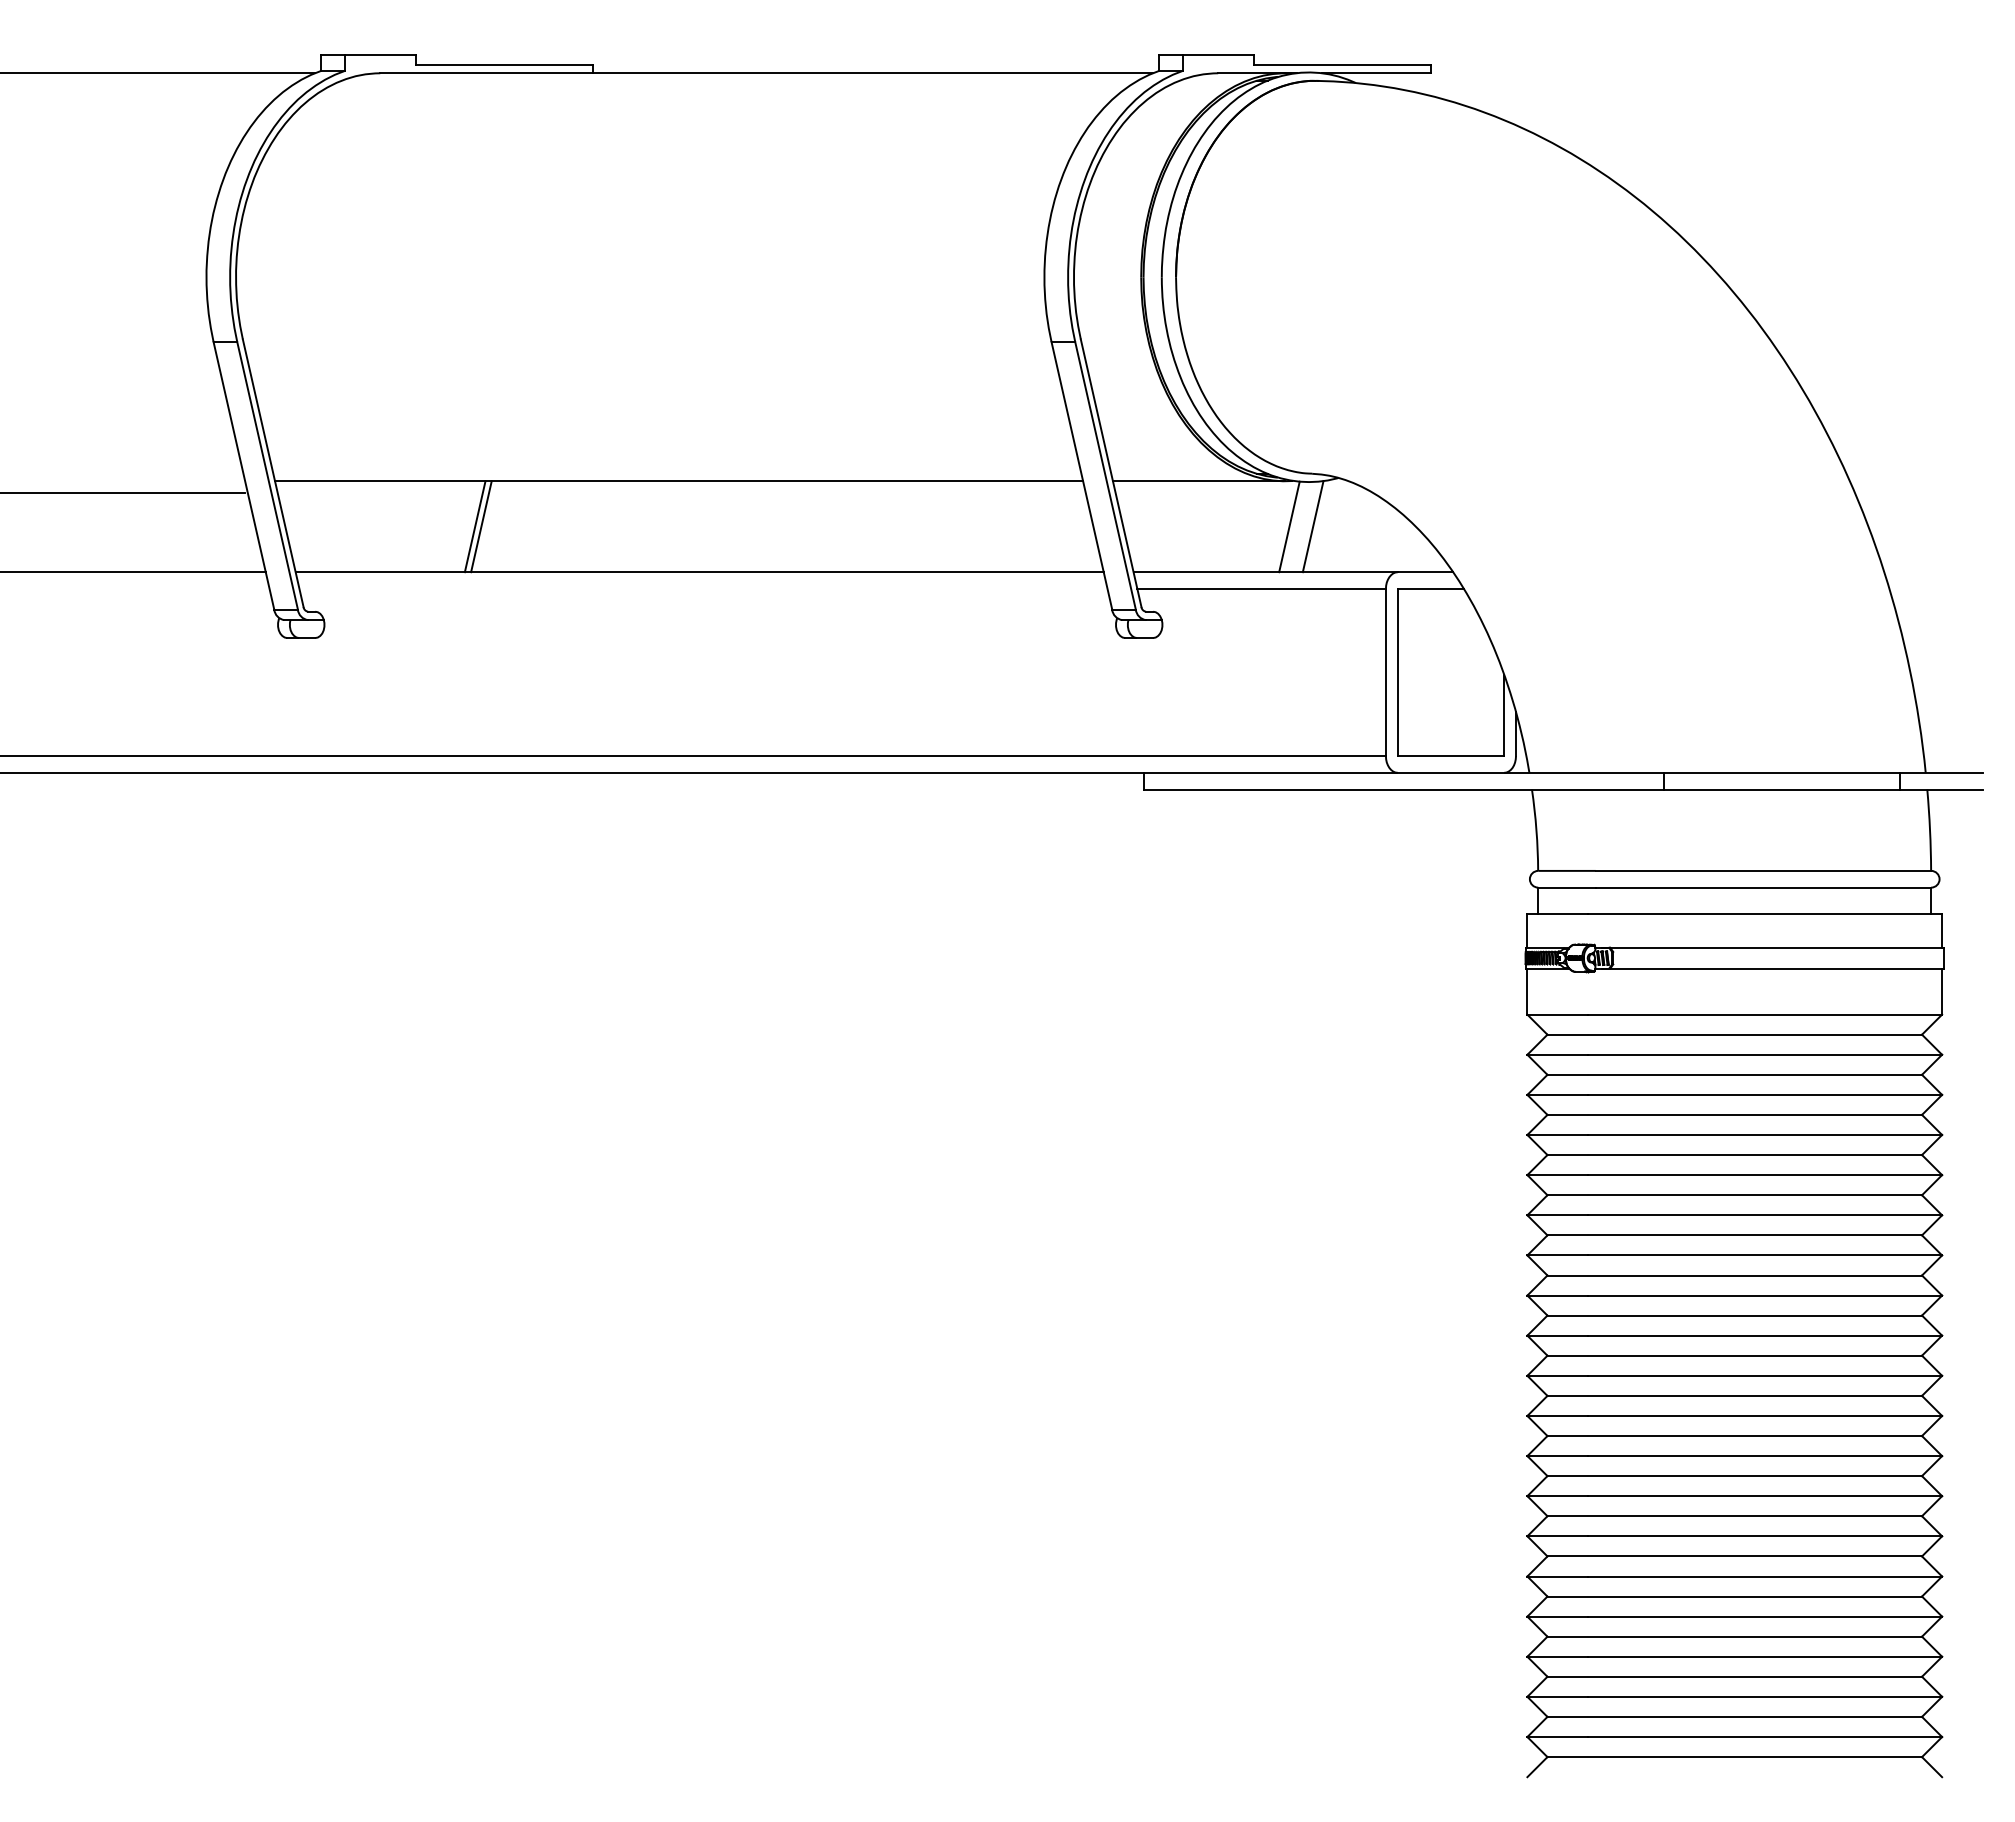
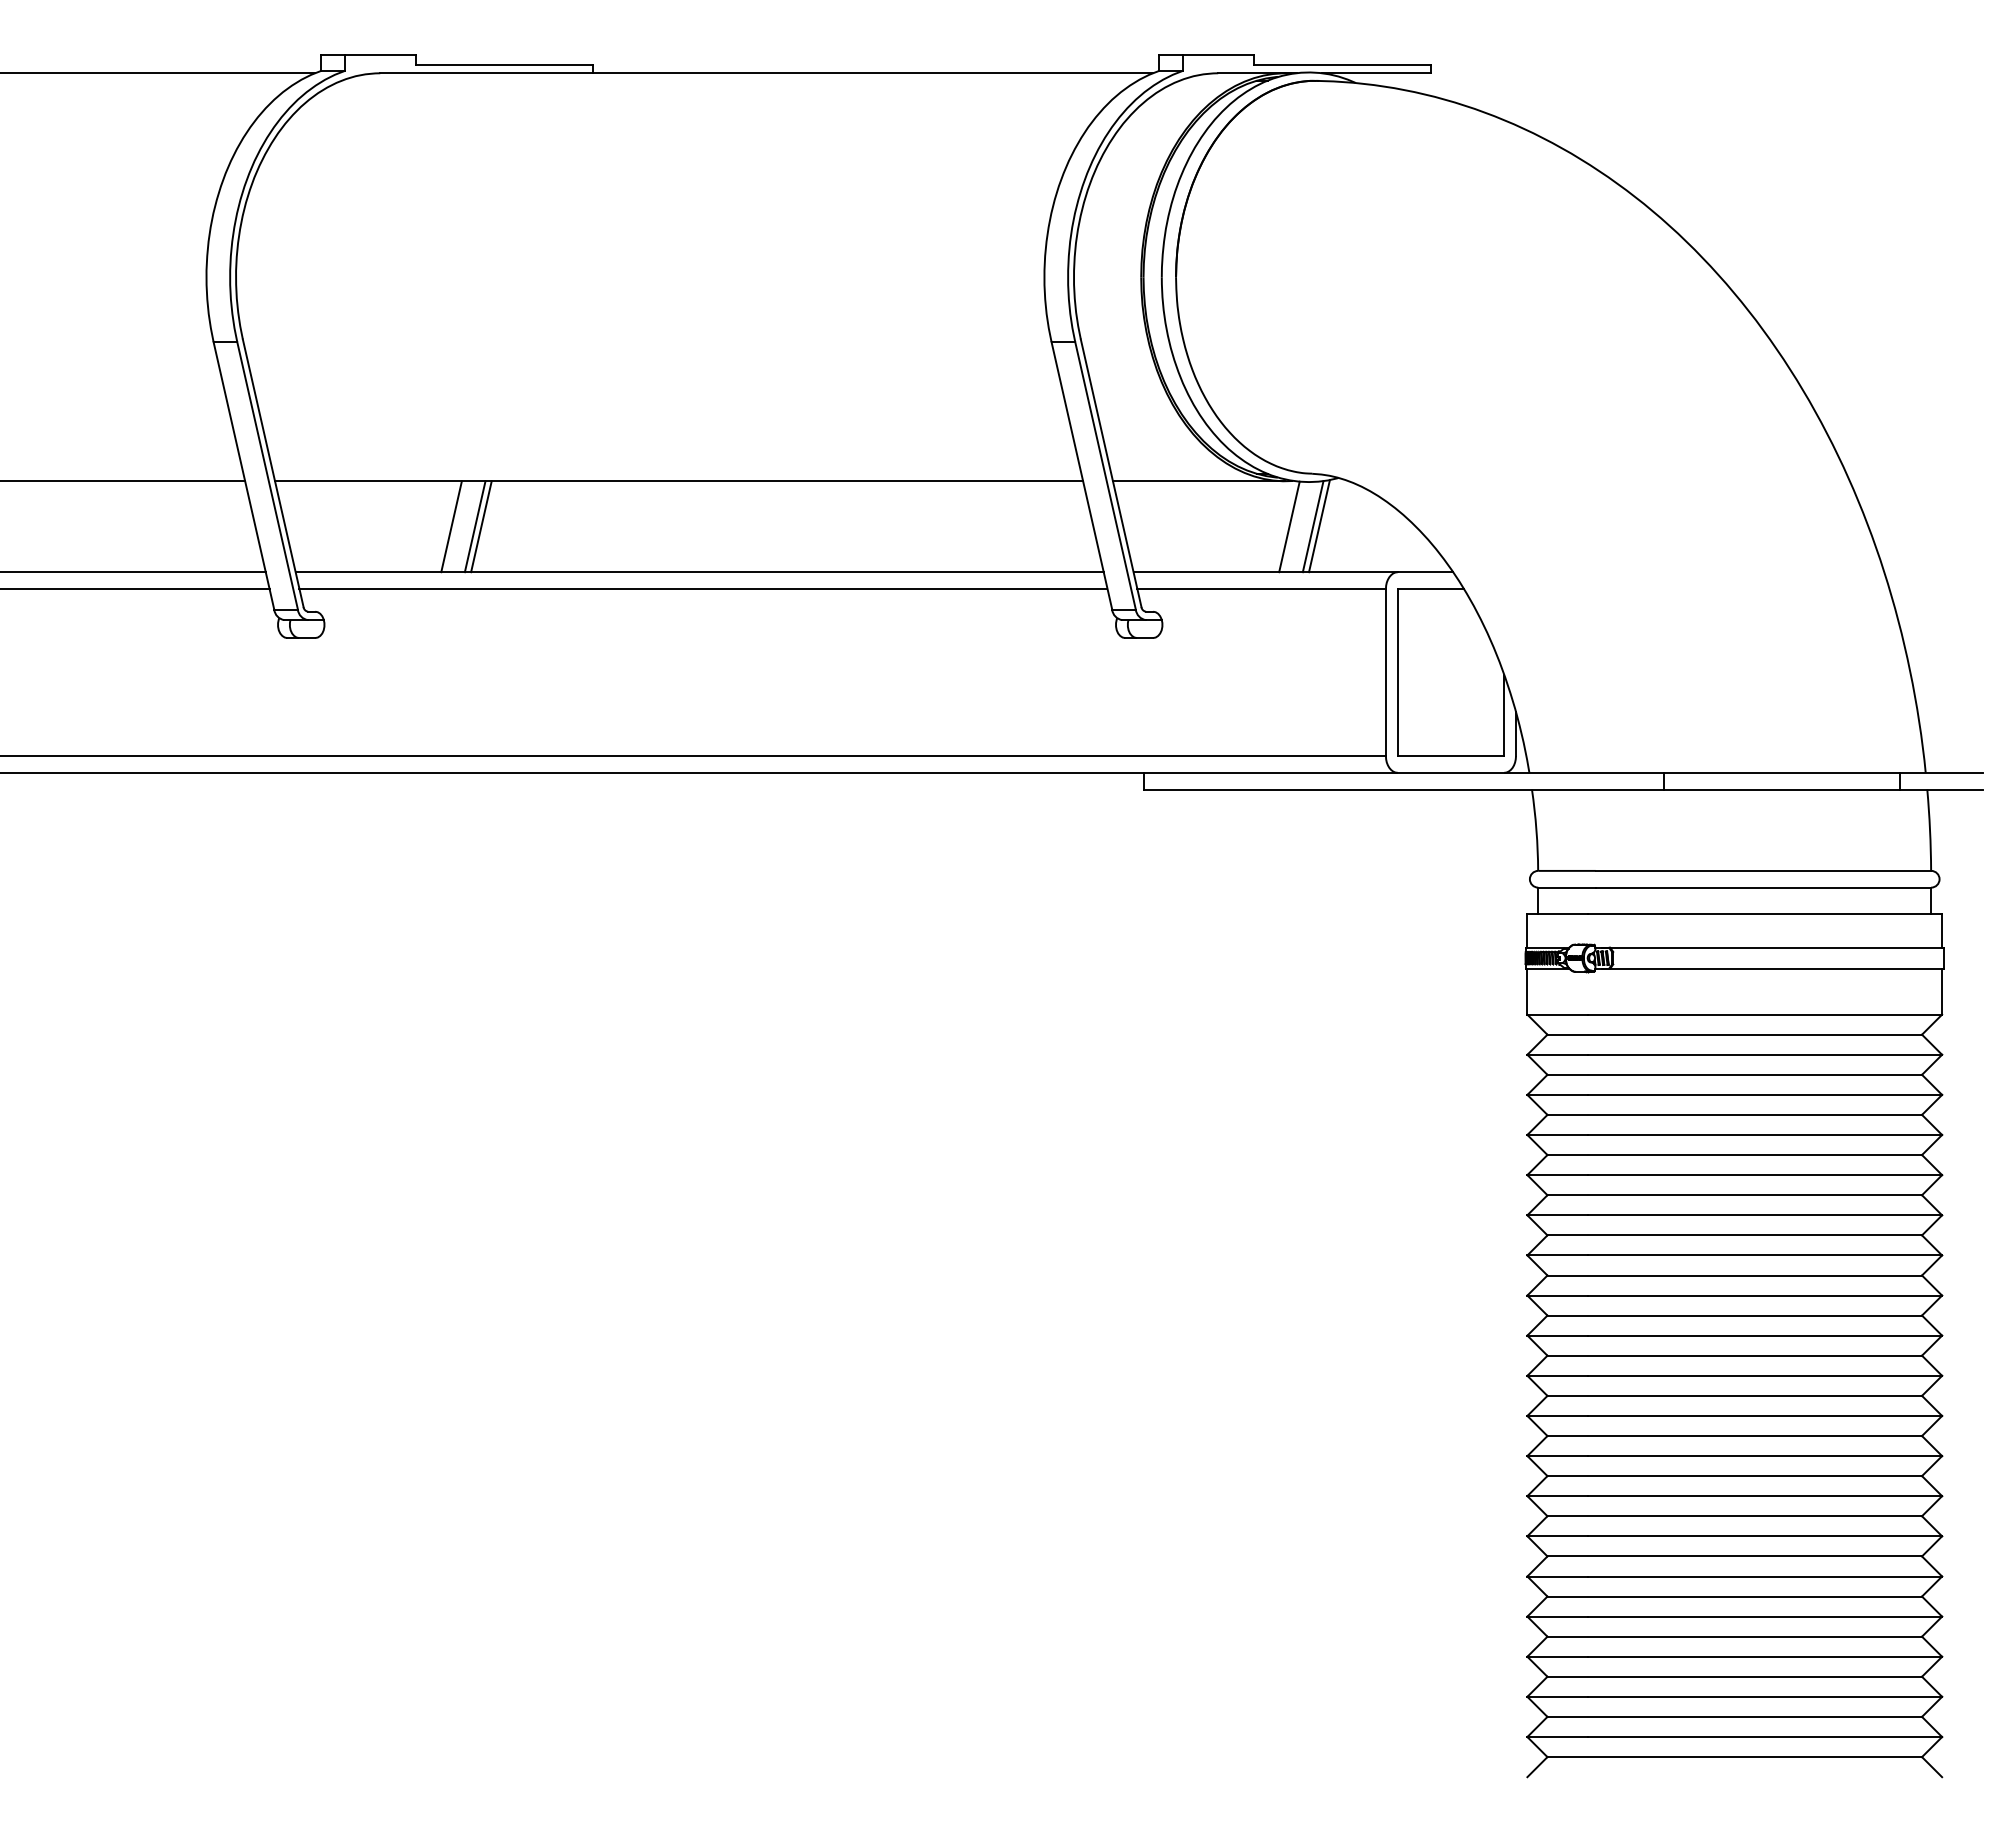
line at (123, 493) position: (123, 493) -> (123, 481)
line at (451, 526): none -> present
line at (1319, 526): none -> present
line at (135, 588): none -> present
line at (703, 588): none -> present
